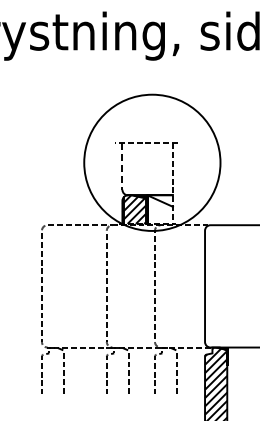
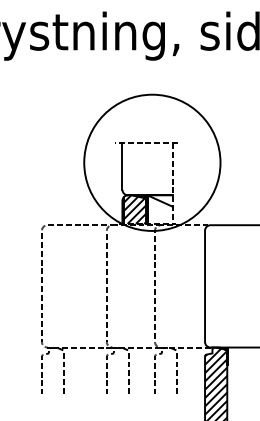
line at (122, 167): dashed -> solid
